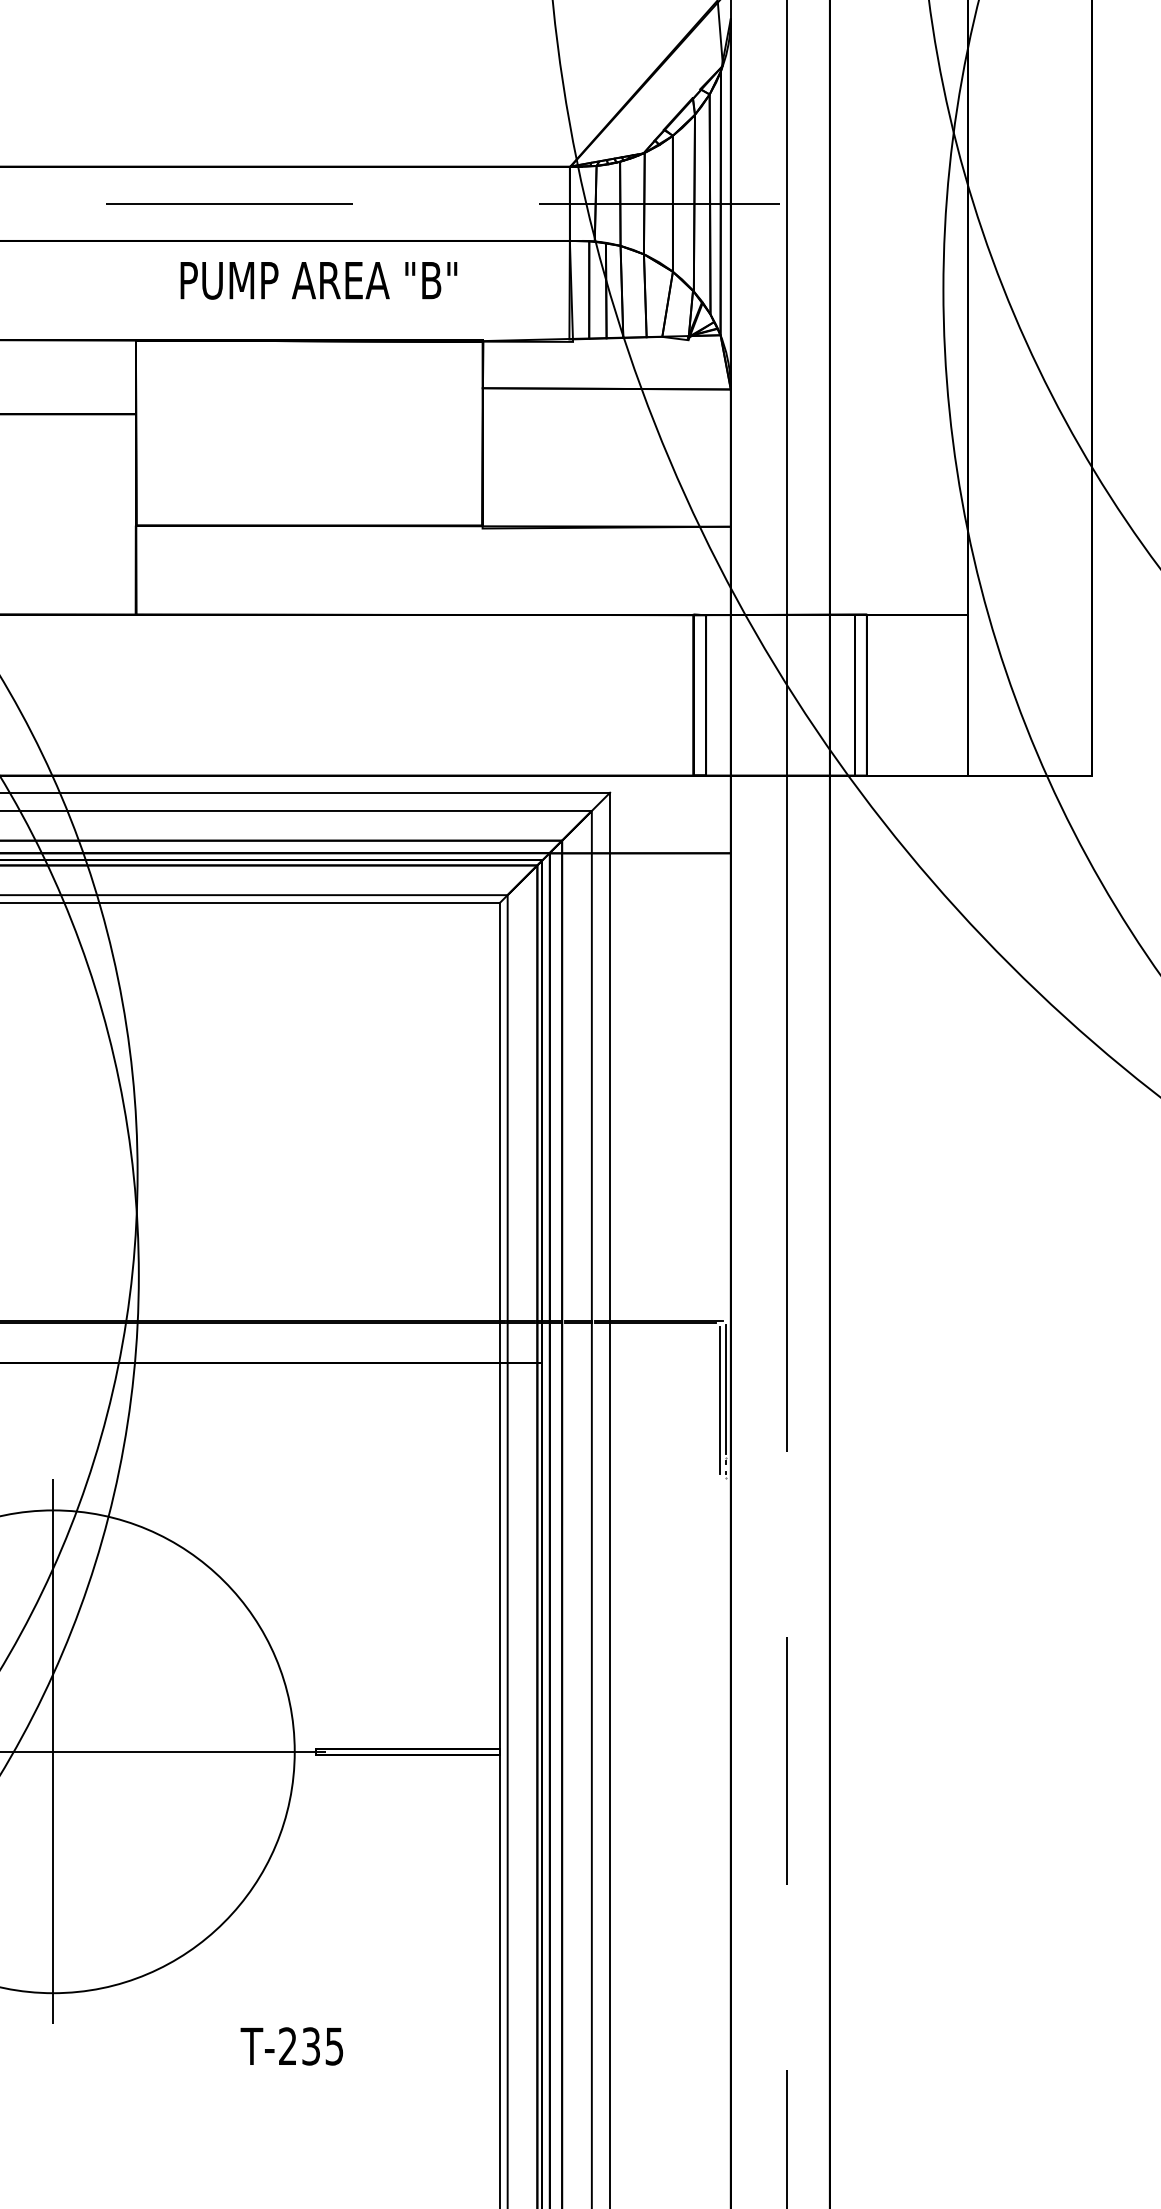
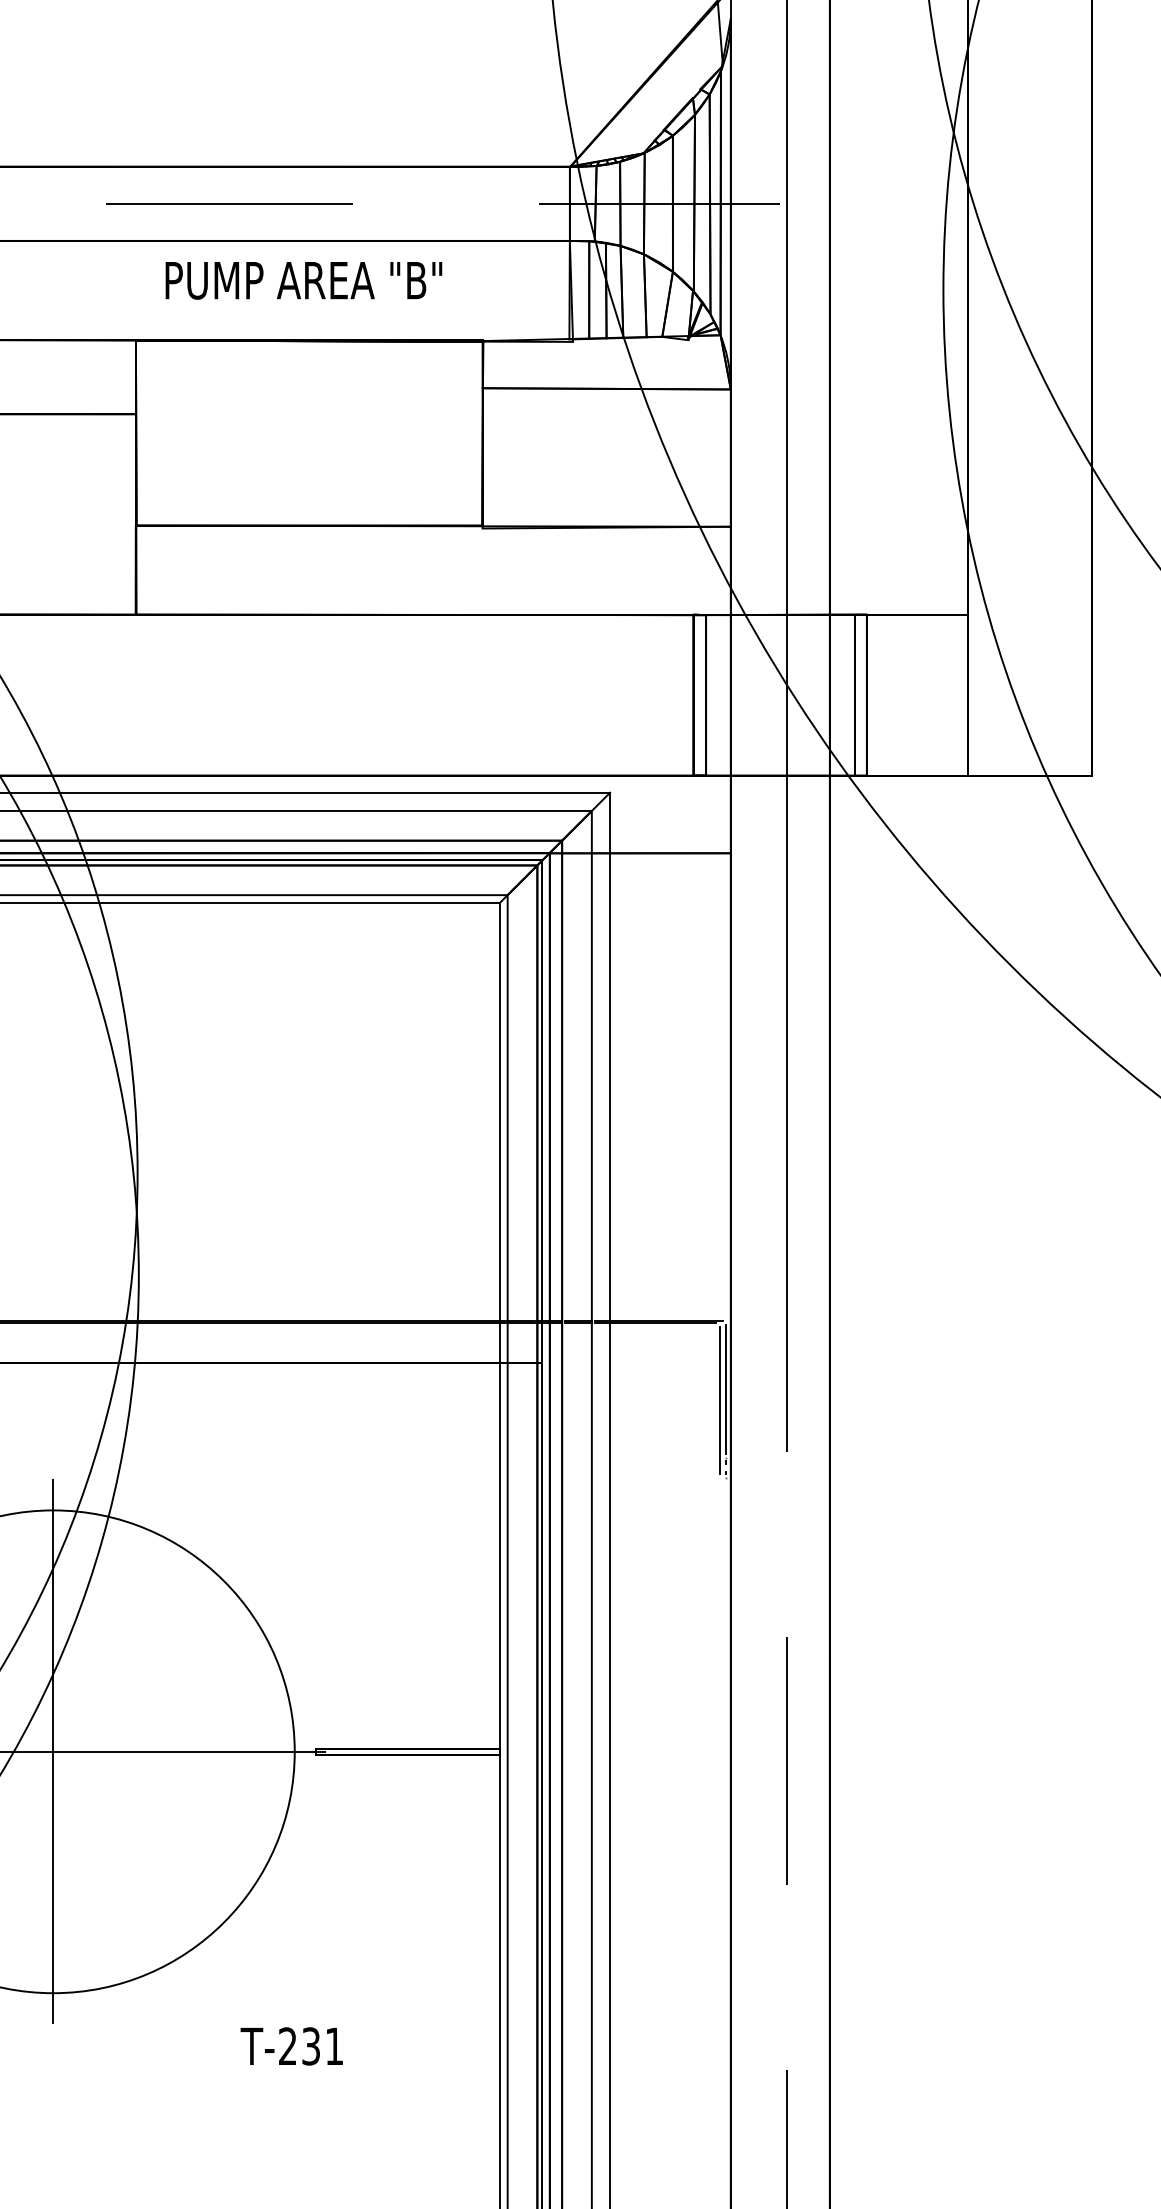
text at (318, 280) position: (318, 280) -> (303, 280)
text at (334, 2046): T-235 -> T-231
